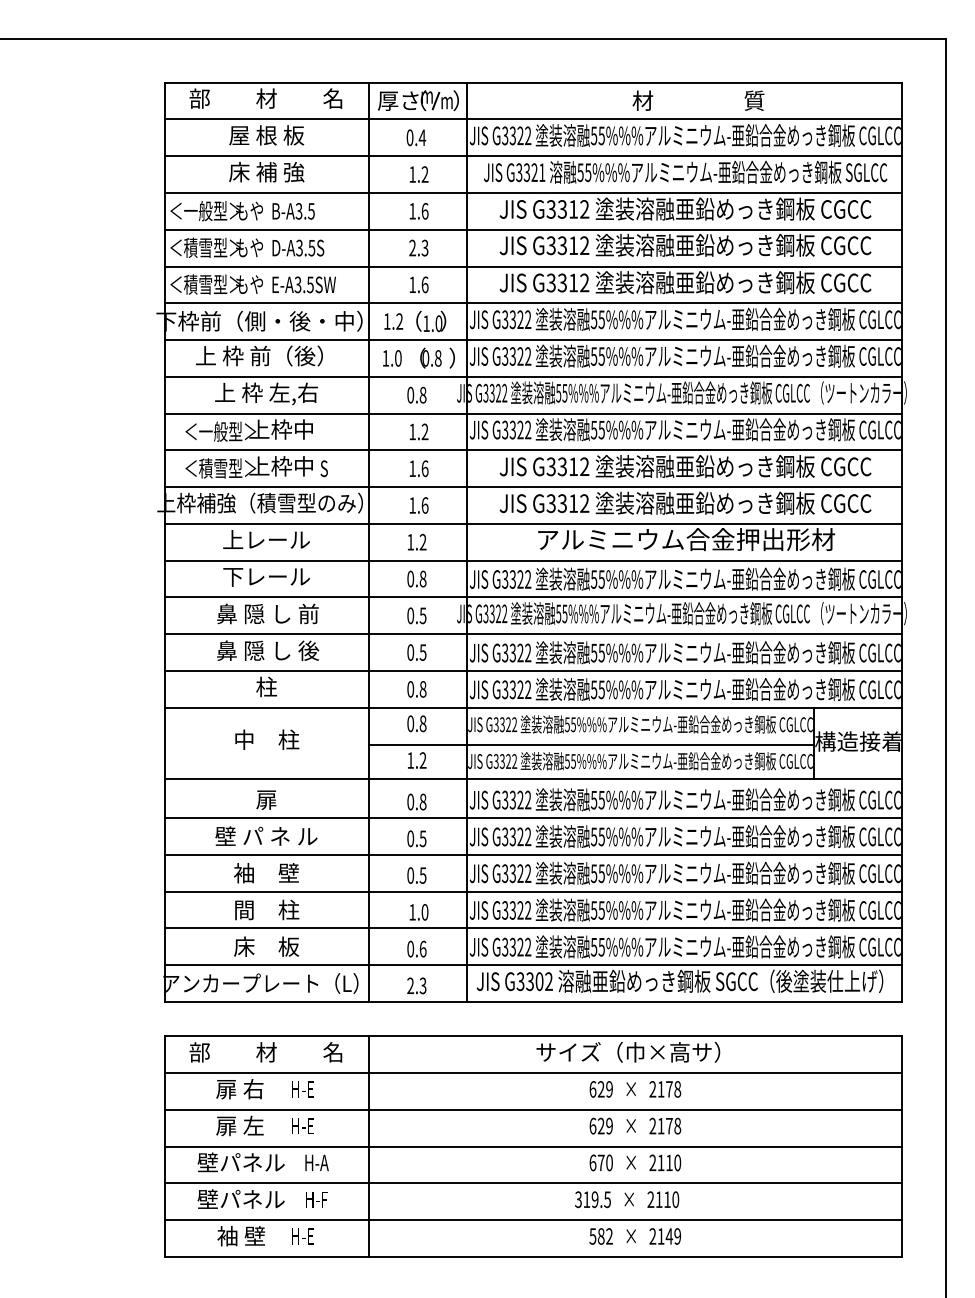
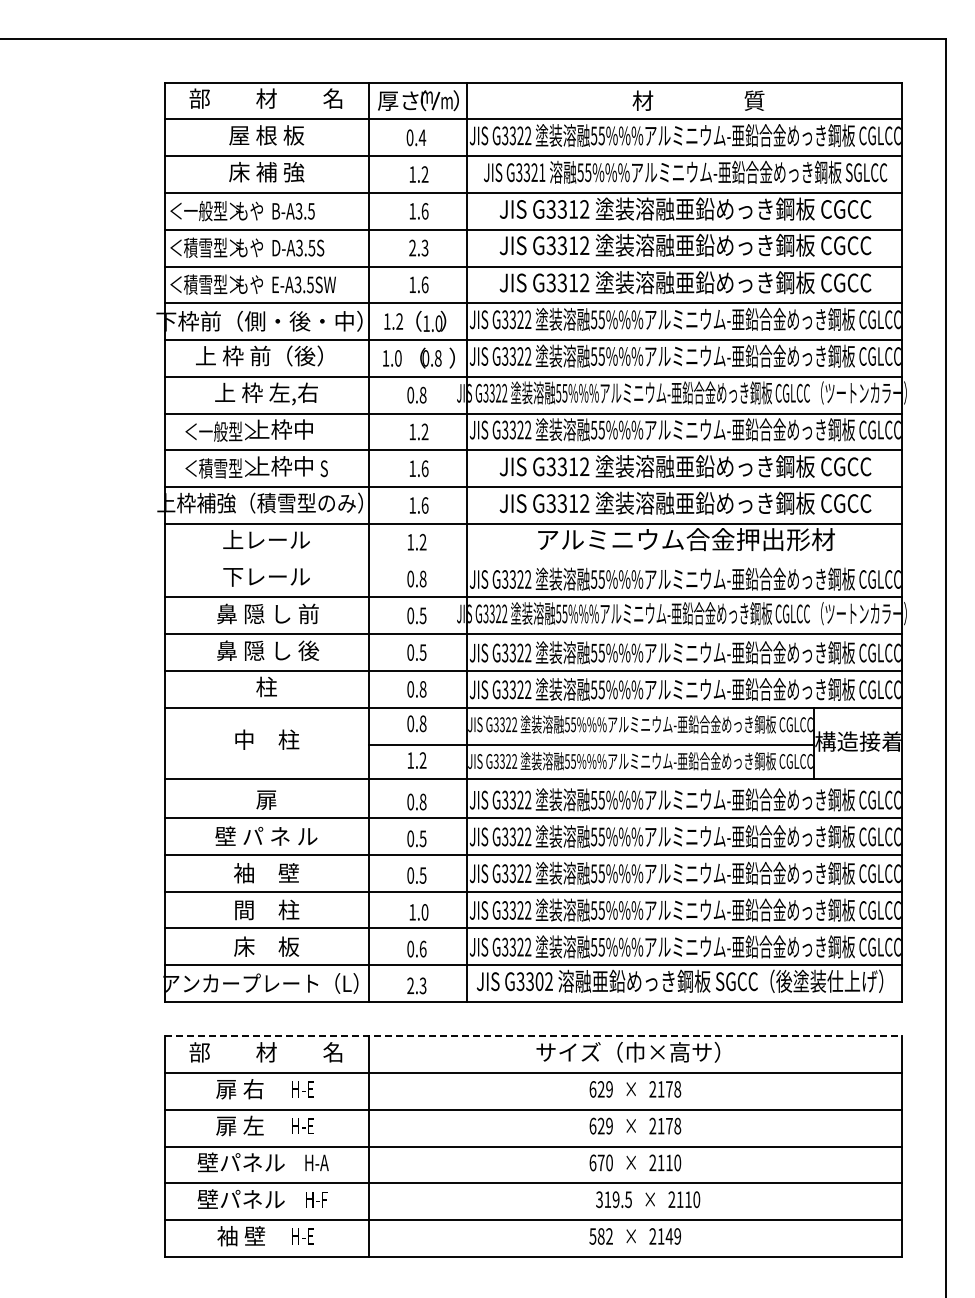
line at (532, 560): present -> none
line at (533, 1036): solid -> dashed
text at (627, 1199) position: (627, 1199) -> (648, 1199)
